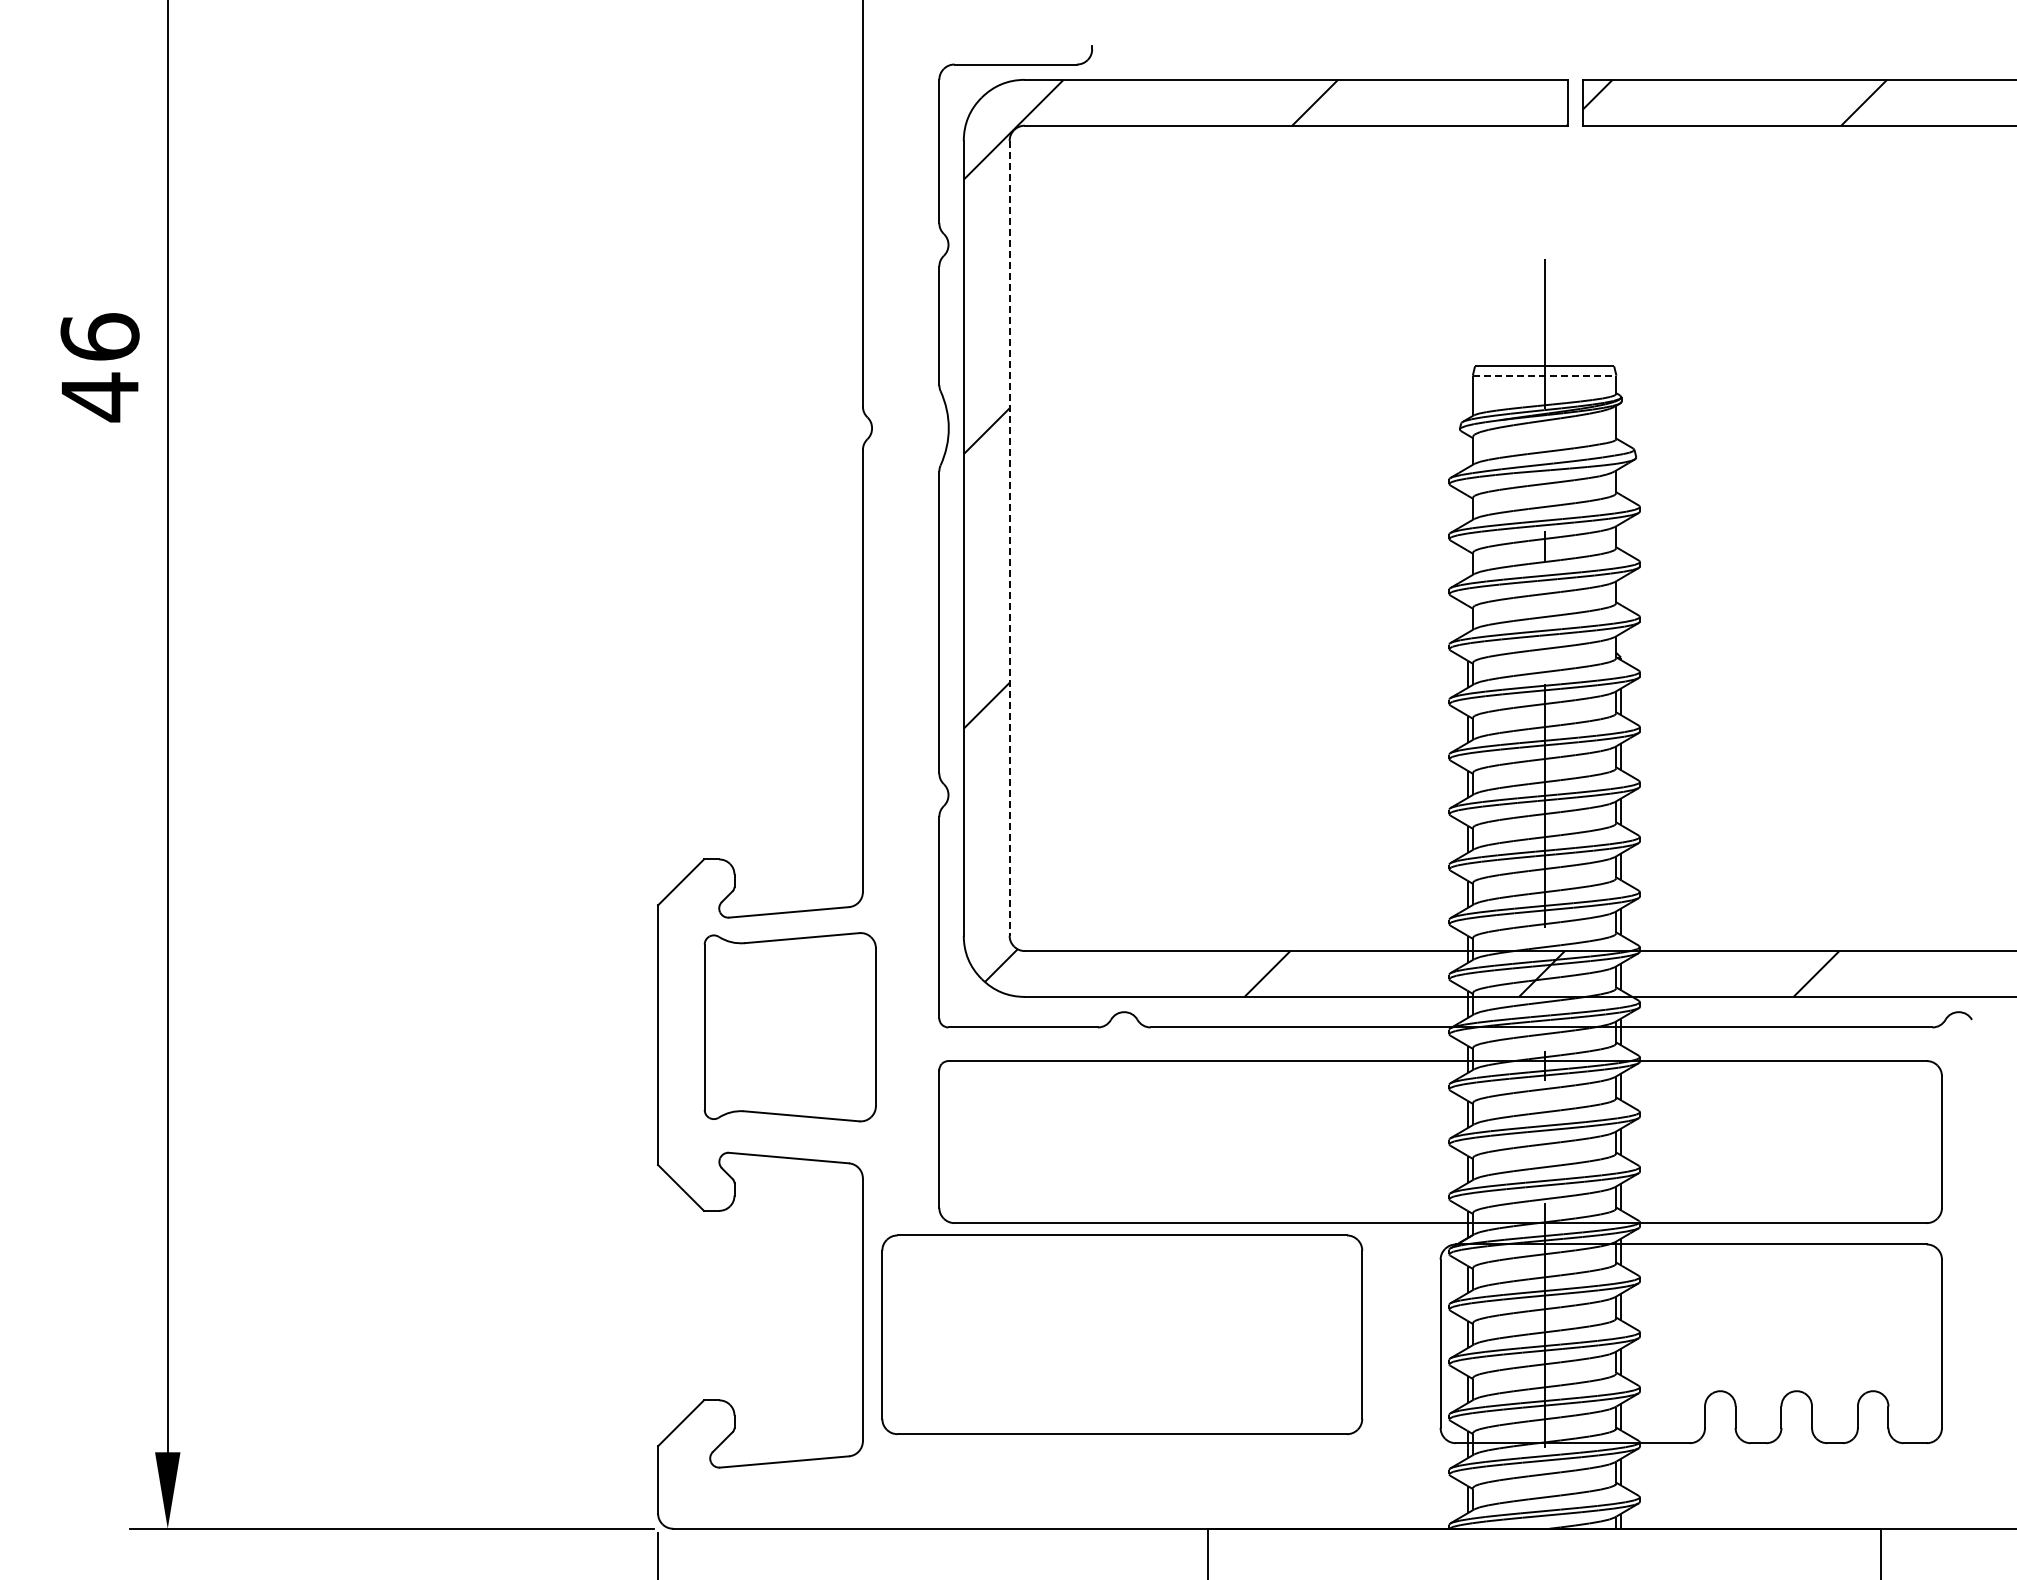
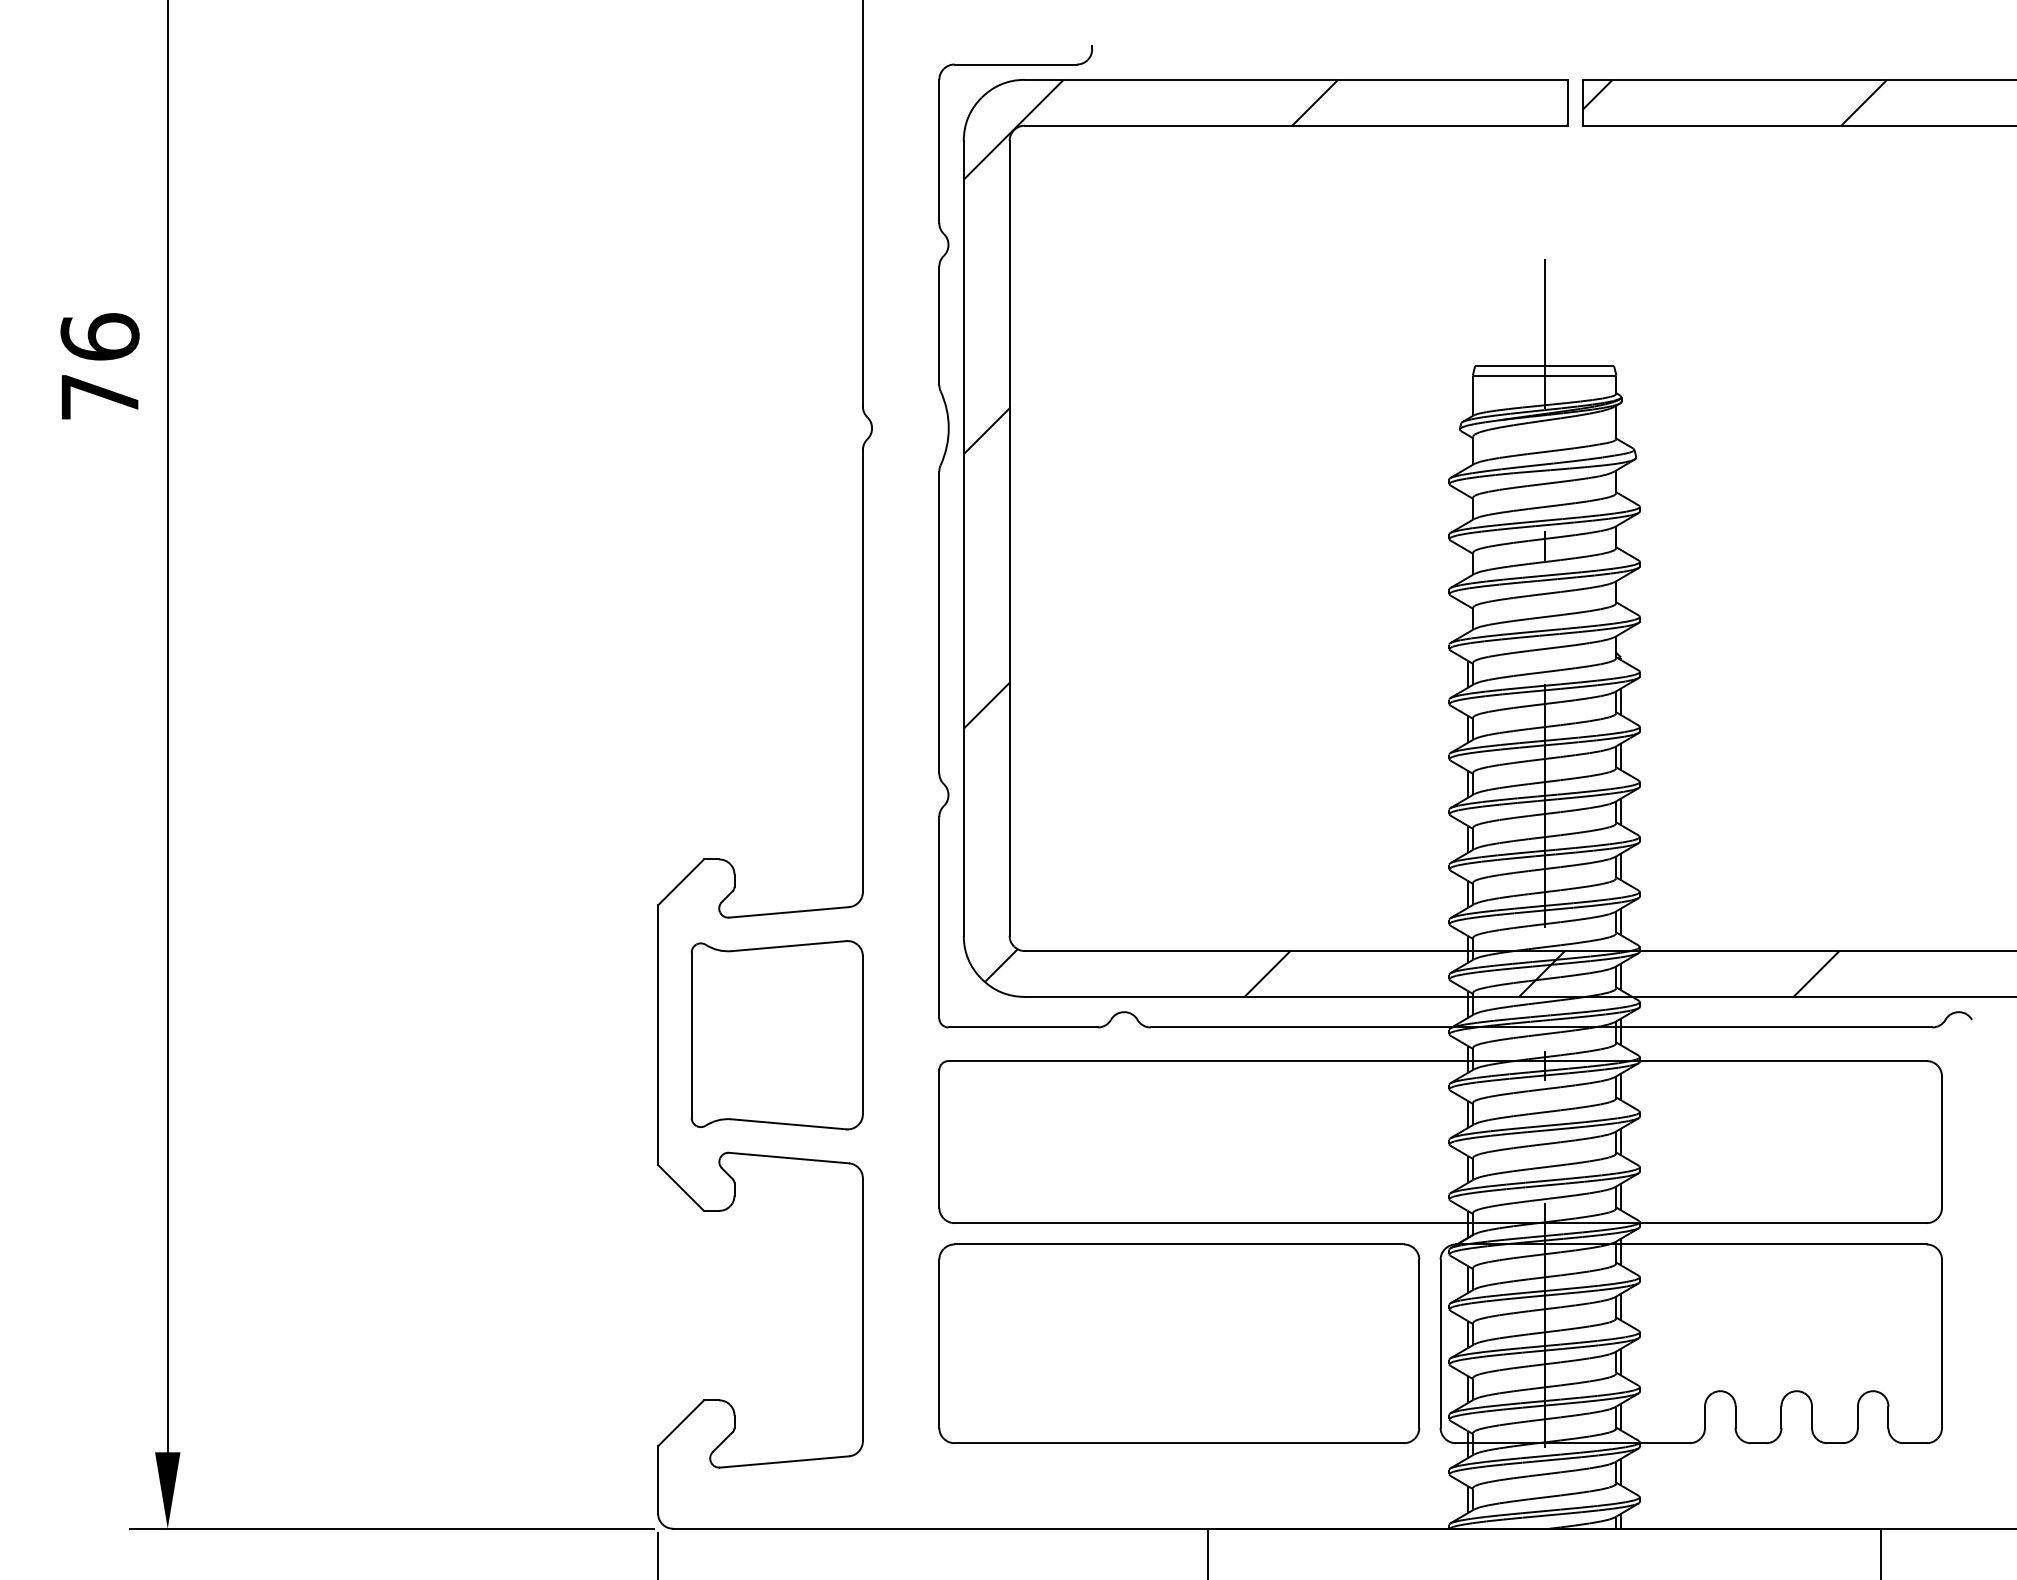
line at (1544, 375): dashed -> solid
text at (99, 397): 46 -> 76
line at (1009, 538): dashed -> solid
part at (789, 1027) position: (789, 1027) -> (776, 1035)
part at (1122, 1334) position: (1122, 1334) -> (1179, 1343)
